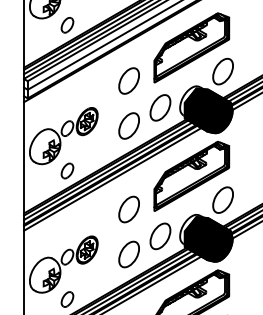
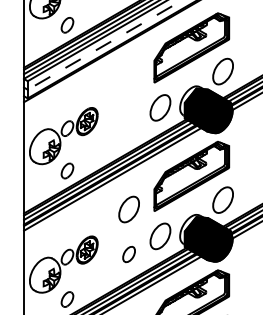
line at (104, 45): solid -> dashed
part at (128, 80): present -> none
part at (128, 125): present -> none
part at (128, 254) size: 22x29 px -> 14x17 px
